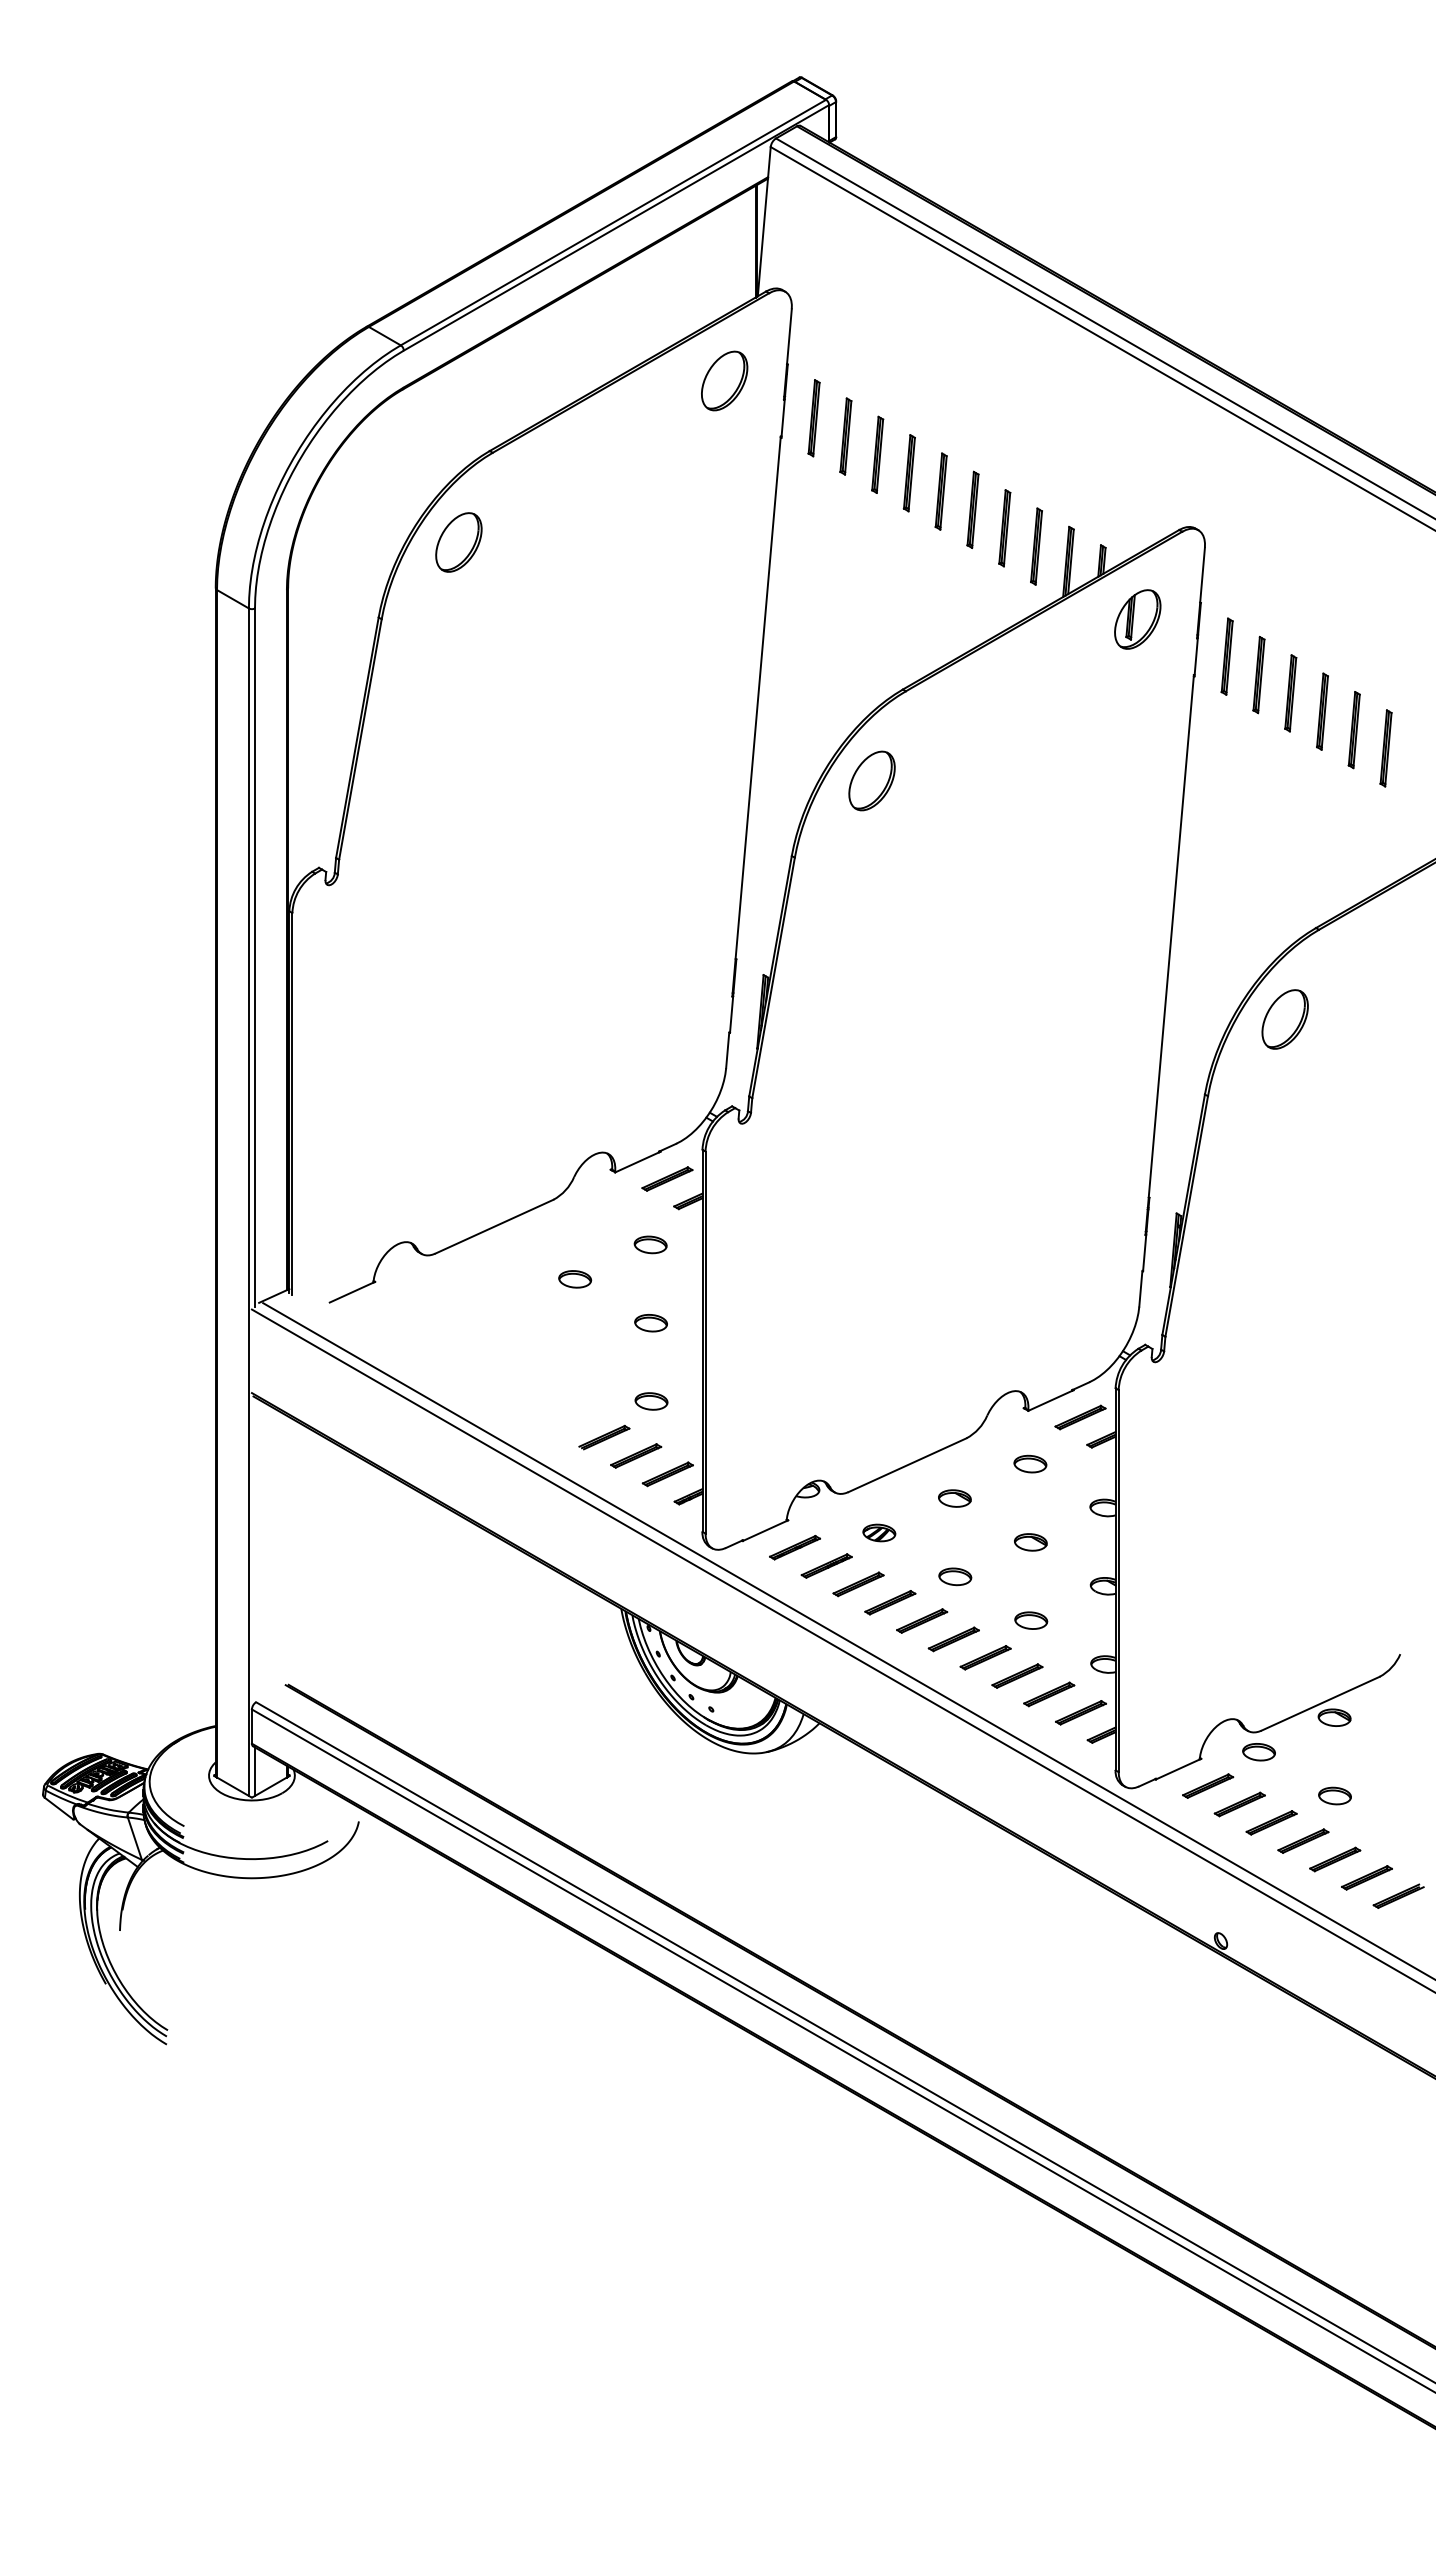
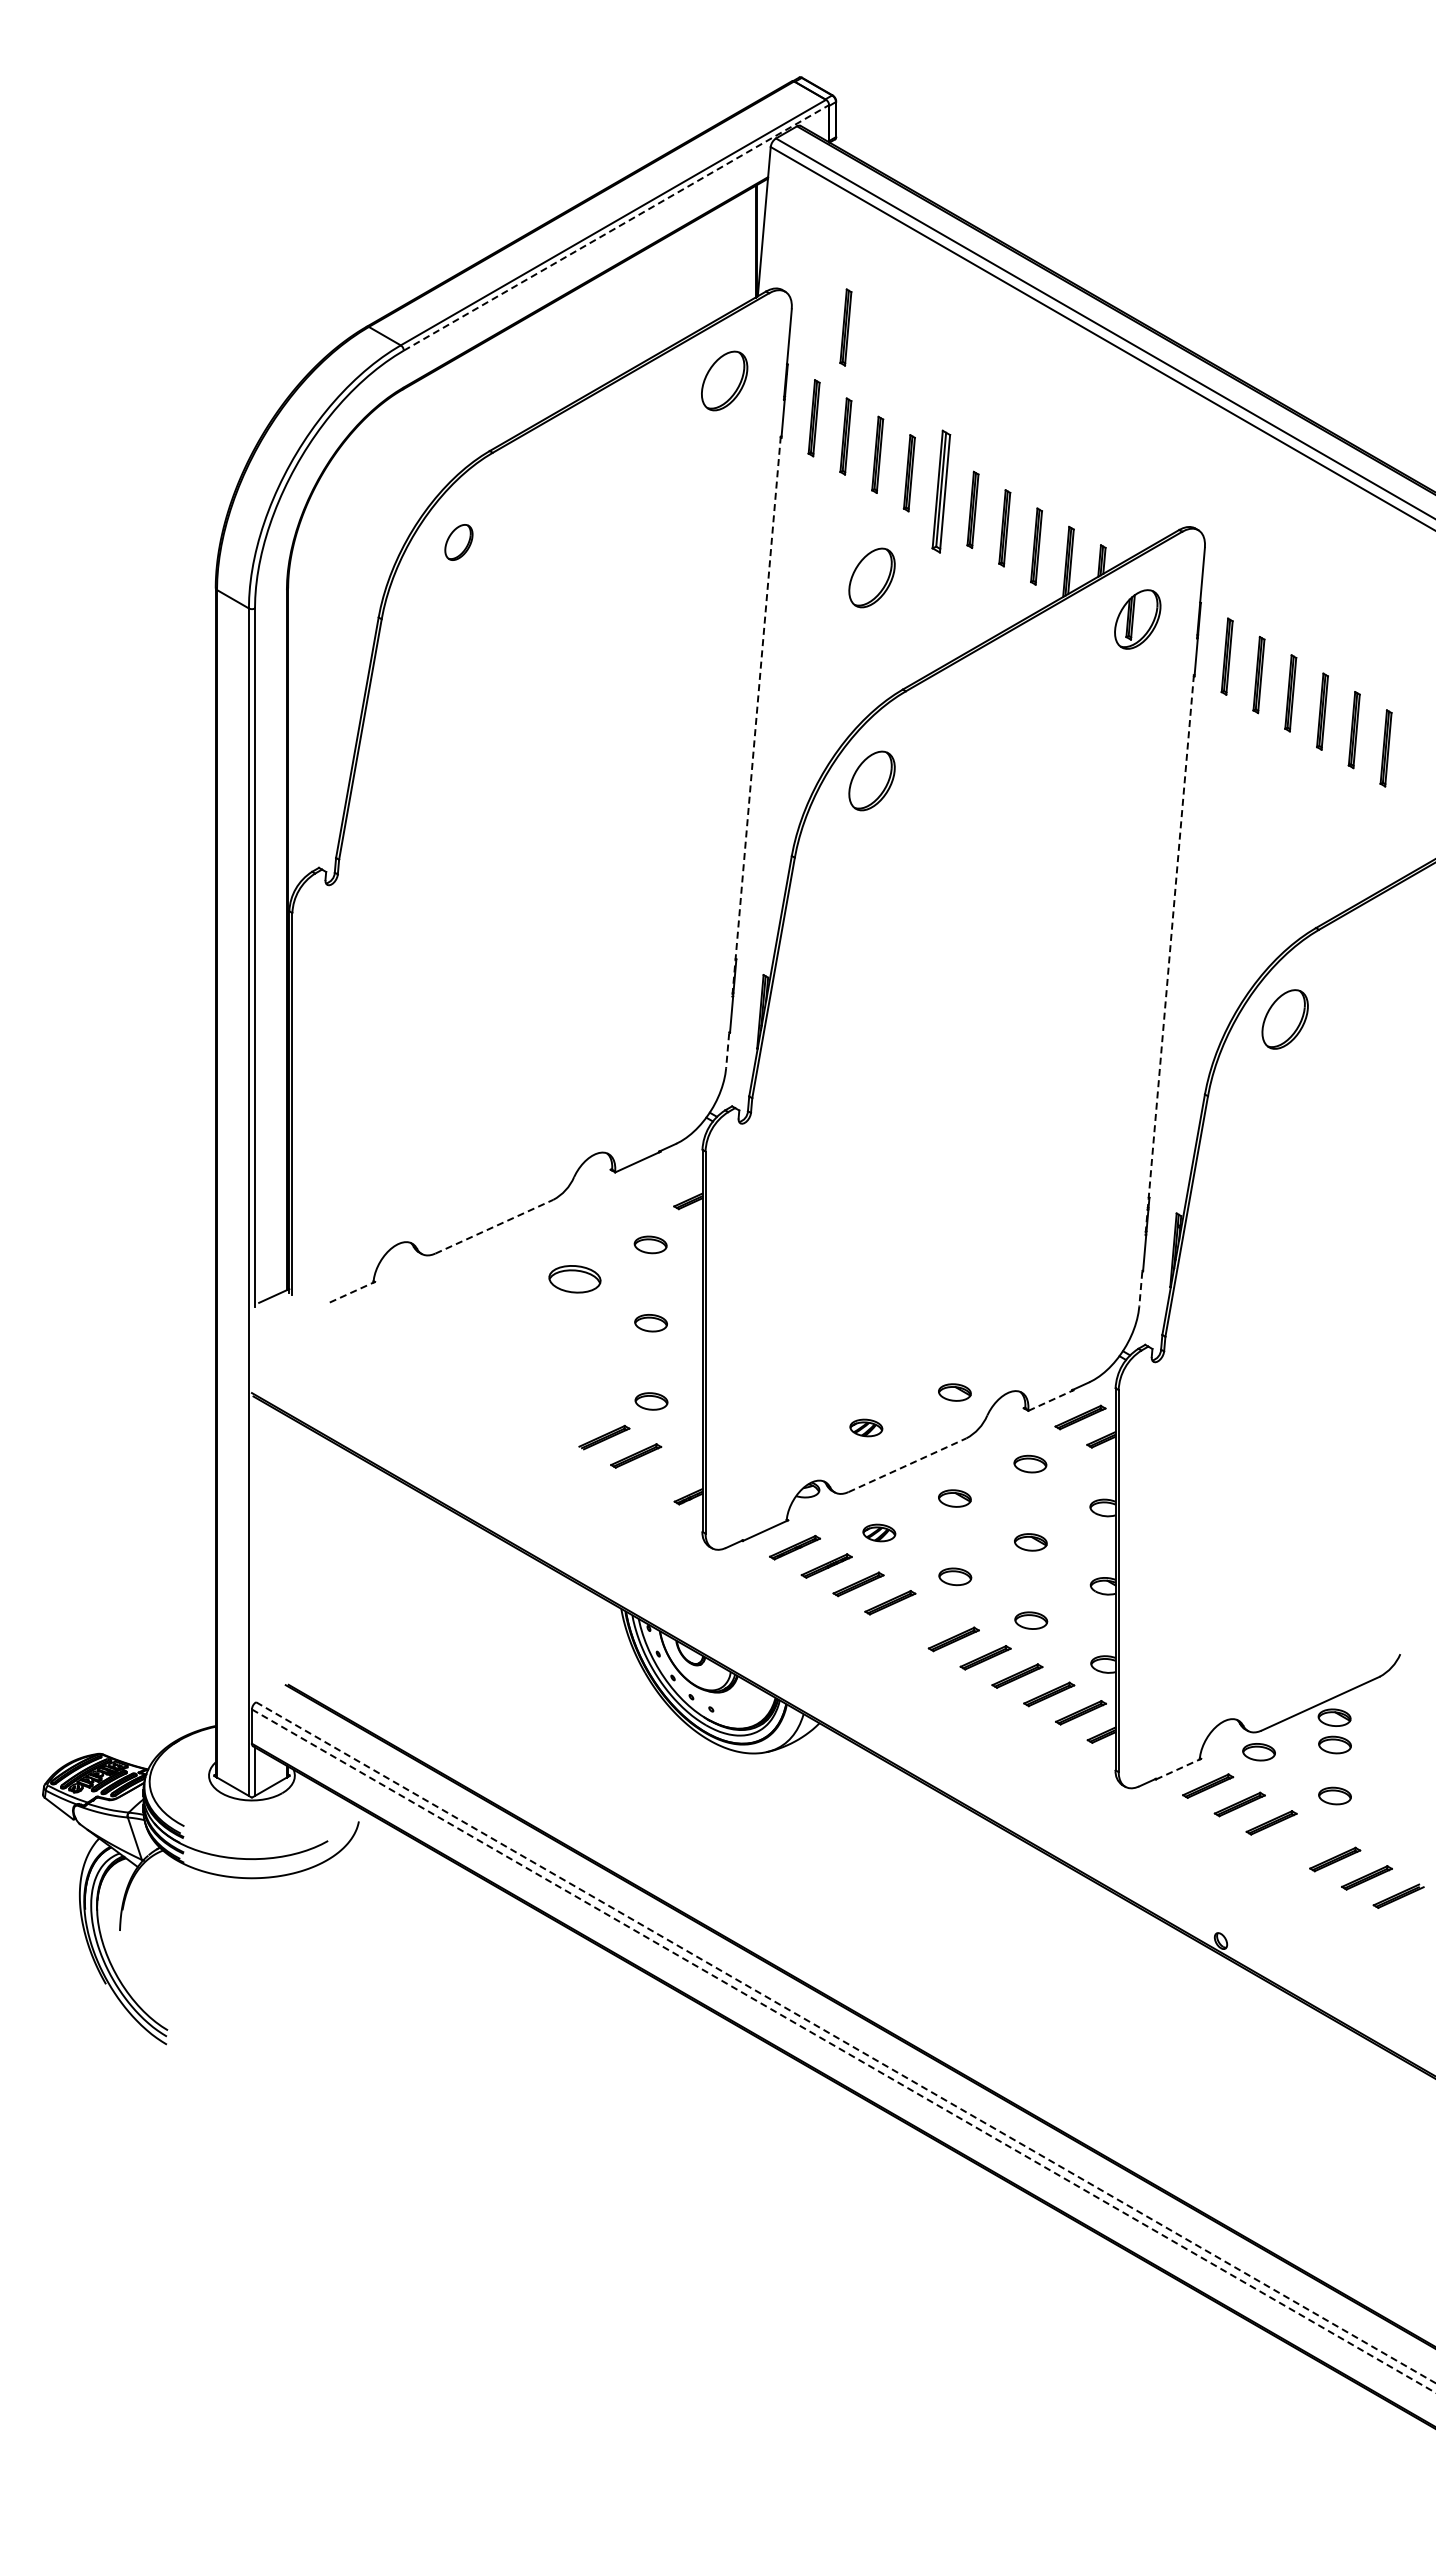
line at (616, 227): solid -> dashed
part at (845, 327): none -> present
part at (940, 491) size: 14x79 px -> 21x125 px
part at (458, 542) size: 48x61 px -> 30x37 px
part at (871, 577): none -> present
line at (756, 717): solid -> dashed
line at (1169, 955): solid -> dashed
line at (727, 1050): solid -> dashed
part at (667, 1178): present -> none
line at (494, 1226): solid -> dashed
part at (575, 1279) size: 35x19 px -> 54x29 px
line at (1140, 1289): solid -> dashed
line at (352, 1292): solid -> dashed
part at (954, 1392): none -> present
line at (1051, 1400): solid -> dashed
part at (866, 1427): none -> present
line at (907, 1465): solid -> dashed
part at (667, 1474): present -> none
part at (922, 1620): present -> none
line at (847, 1640): present -> none
line at (841, 1650): present -> none
part at (1334, 1744): none -> present
line at (1178, 1769): solid -> dashed
part at (1303, 1840): present -> none
line at (845, 2042): solid -> dashed
line at (844, 2051): solid -> dashed
